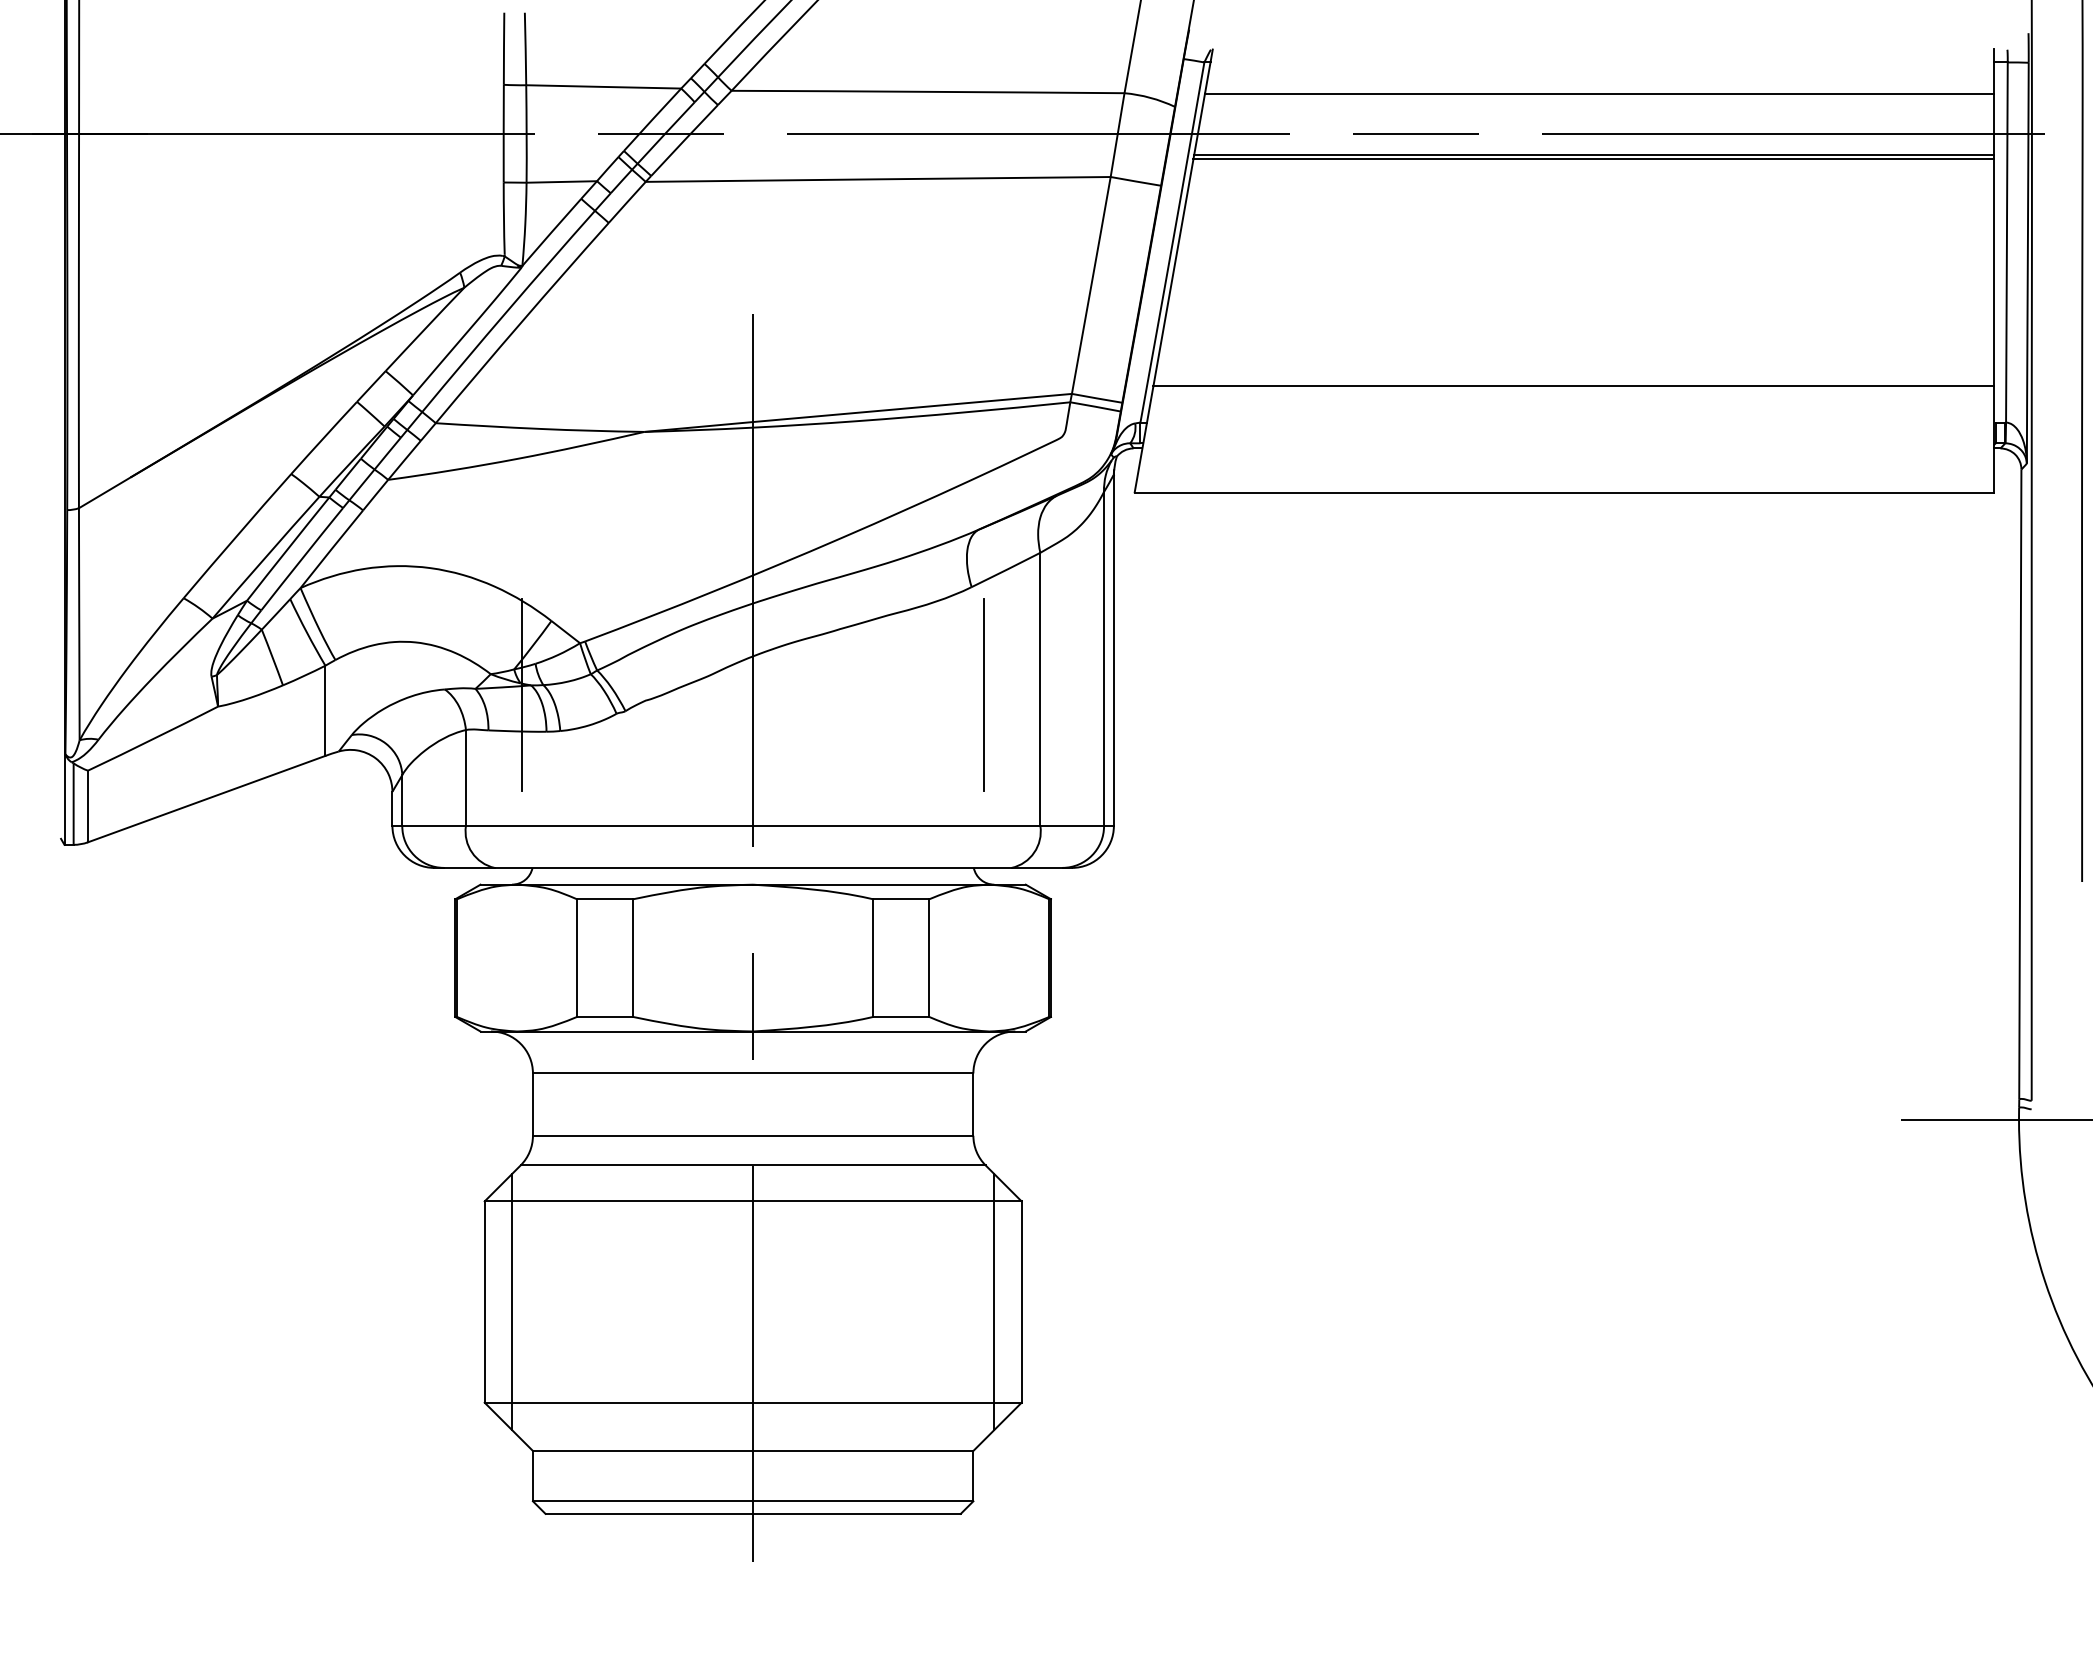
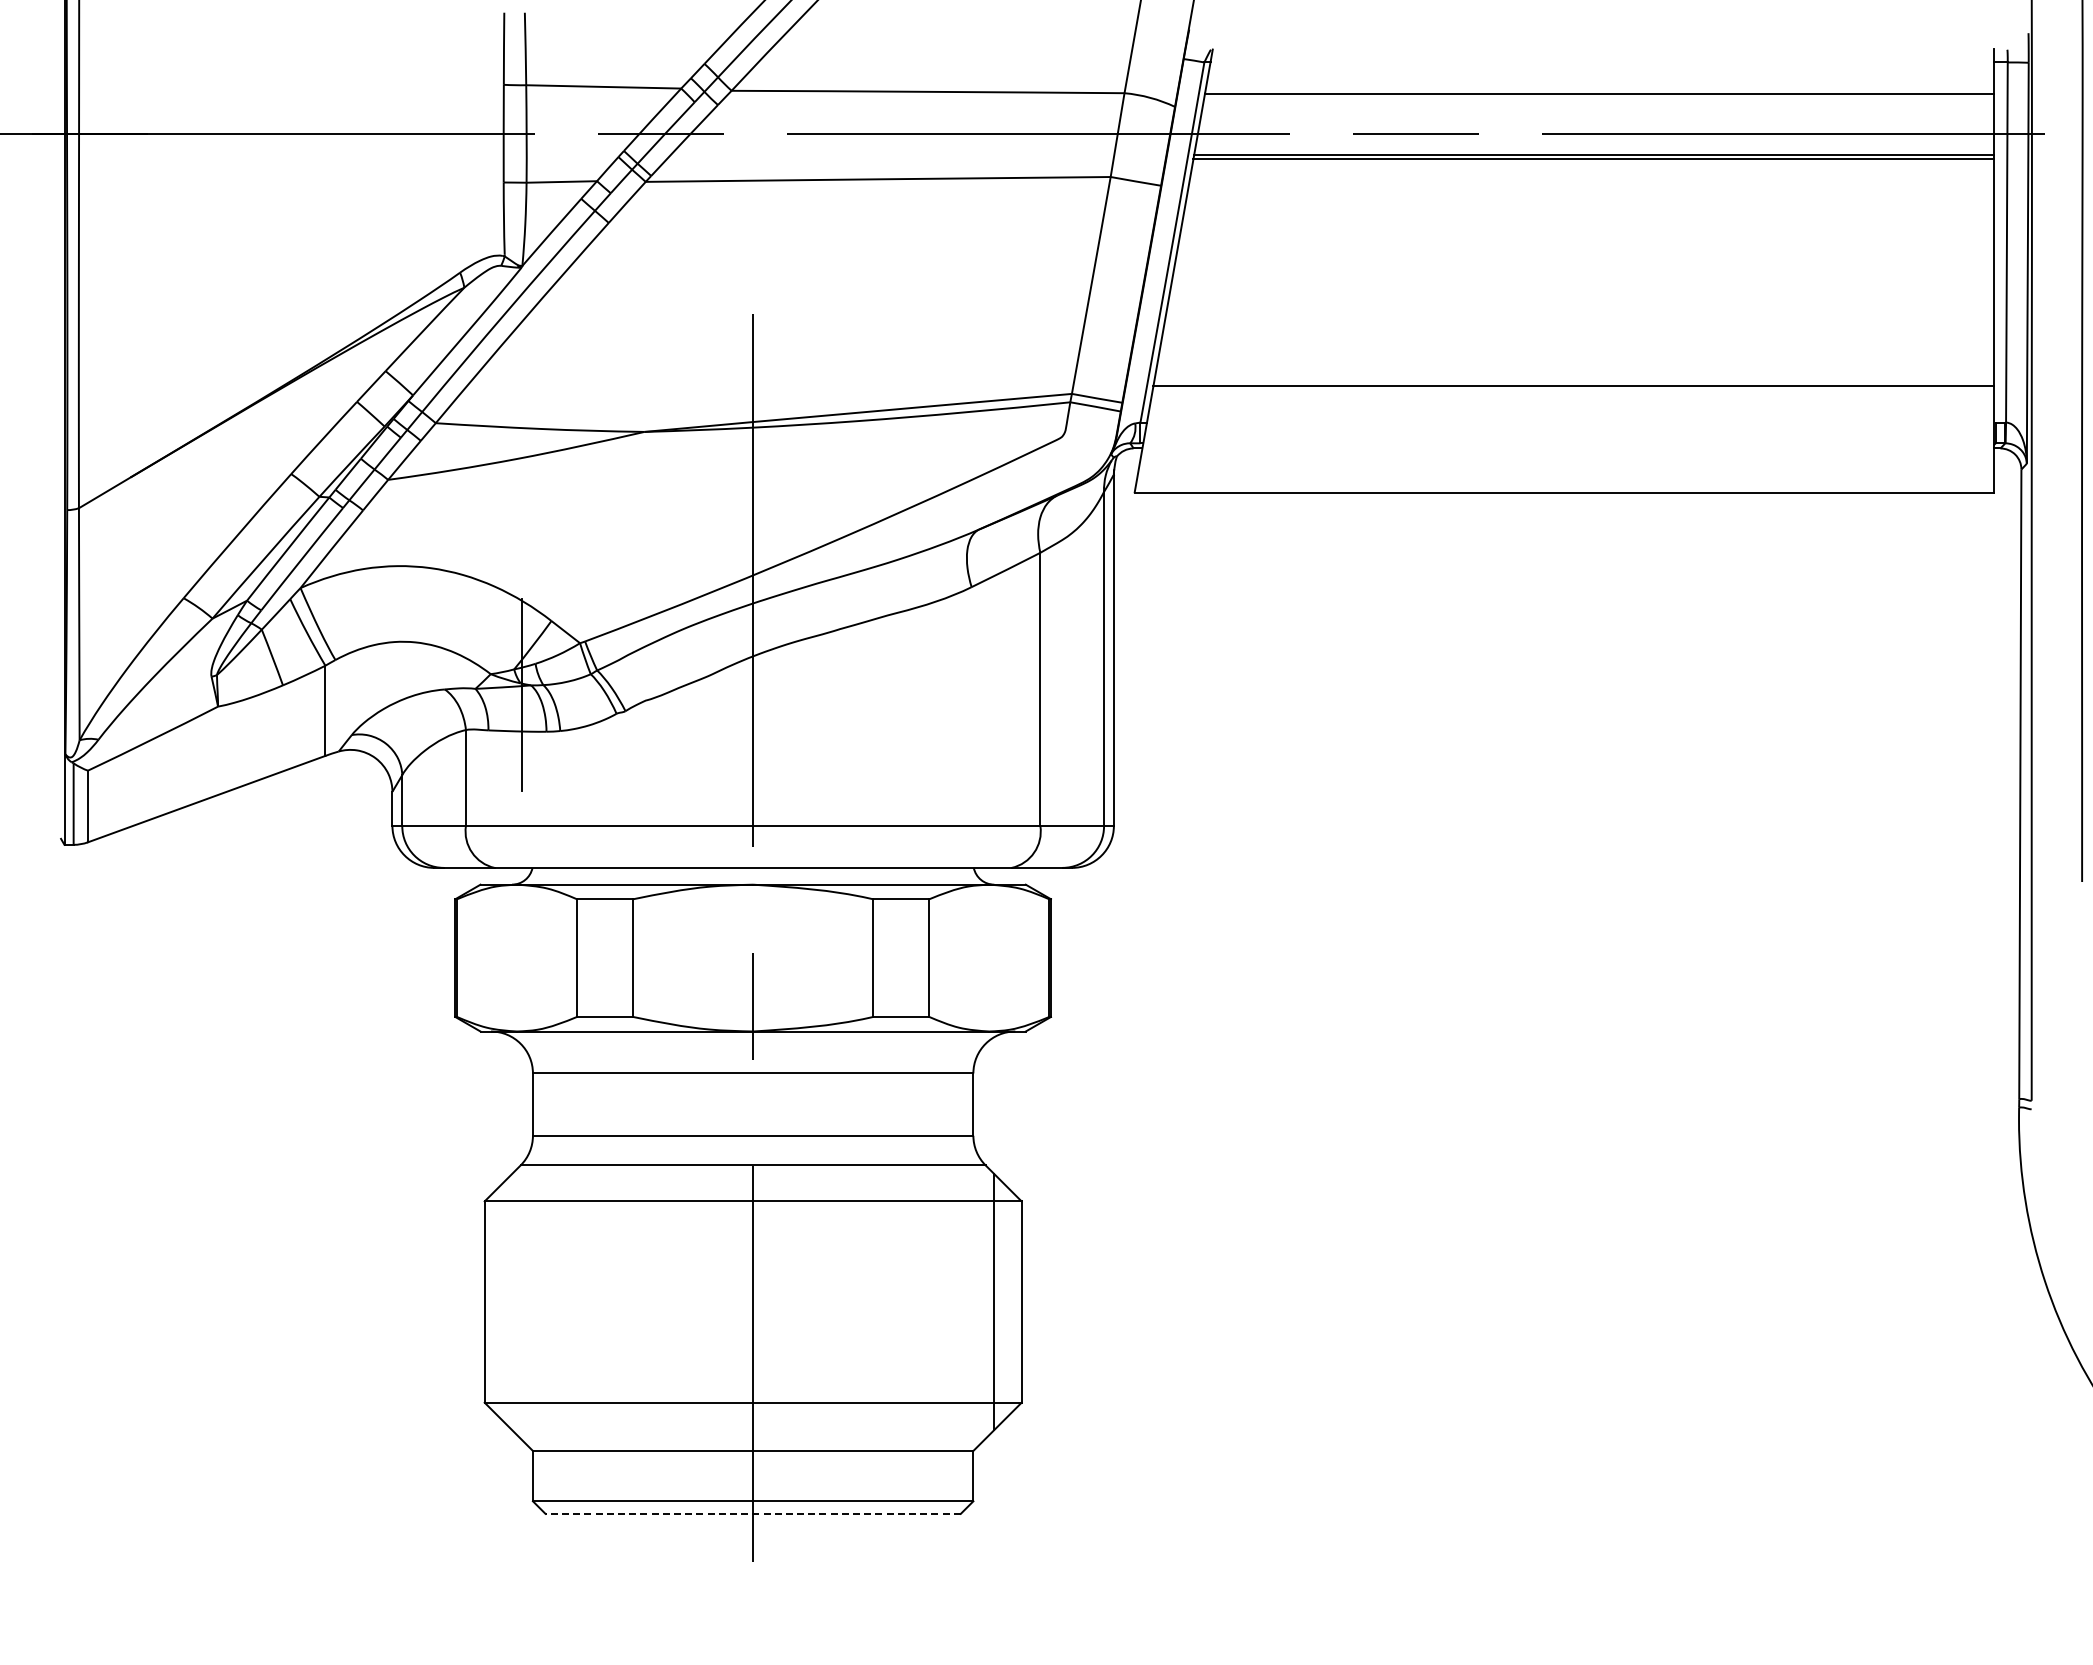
line at (983, 694): present -> none
line at (1994, 1119): present -> none
line at (511, 1302): present -> none
line at (753, 1513): solid -> dashed
